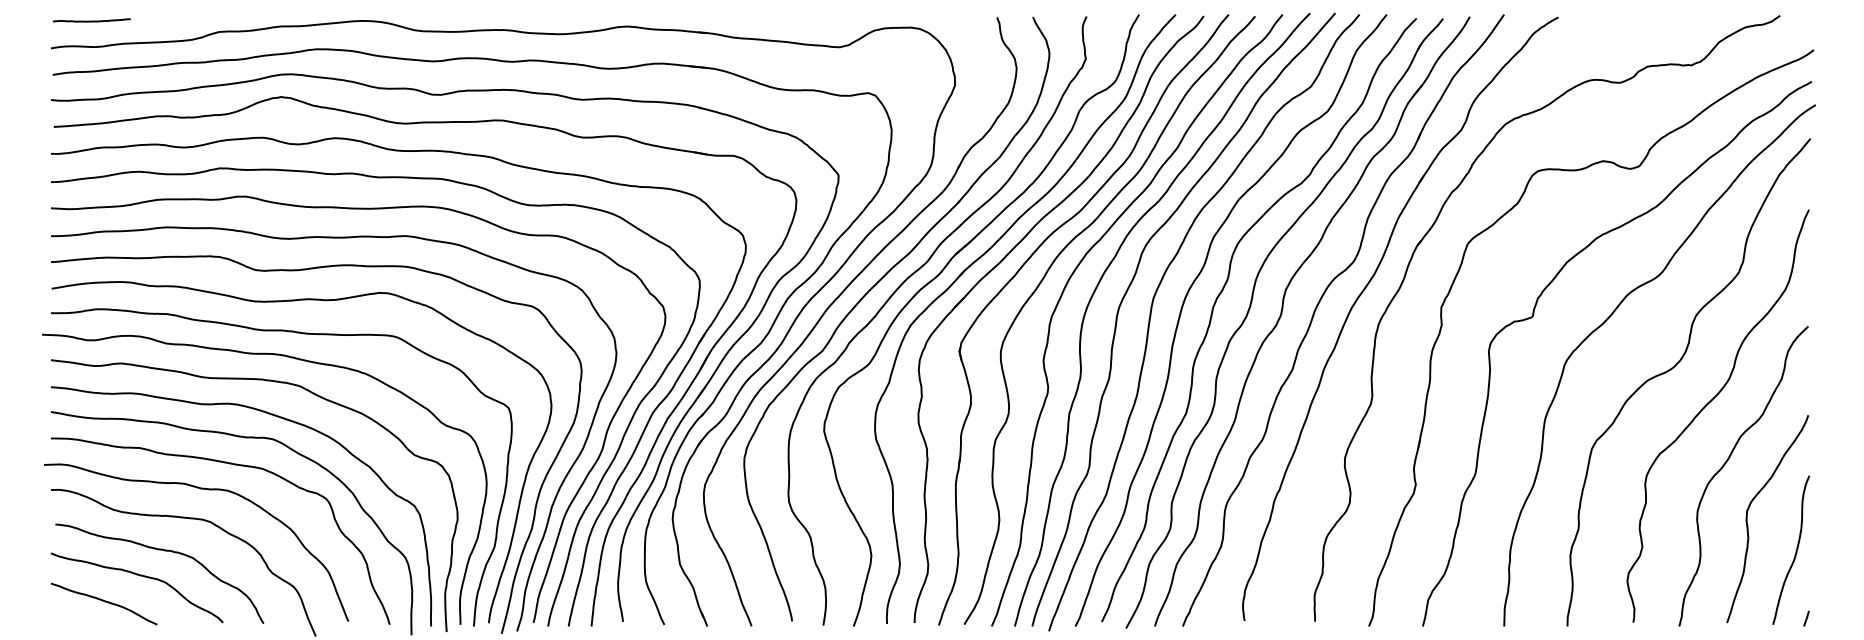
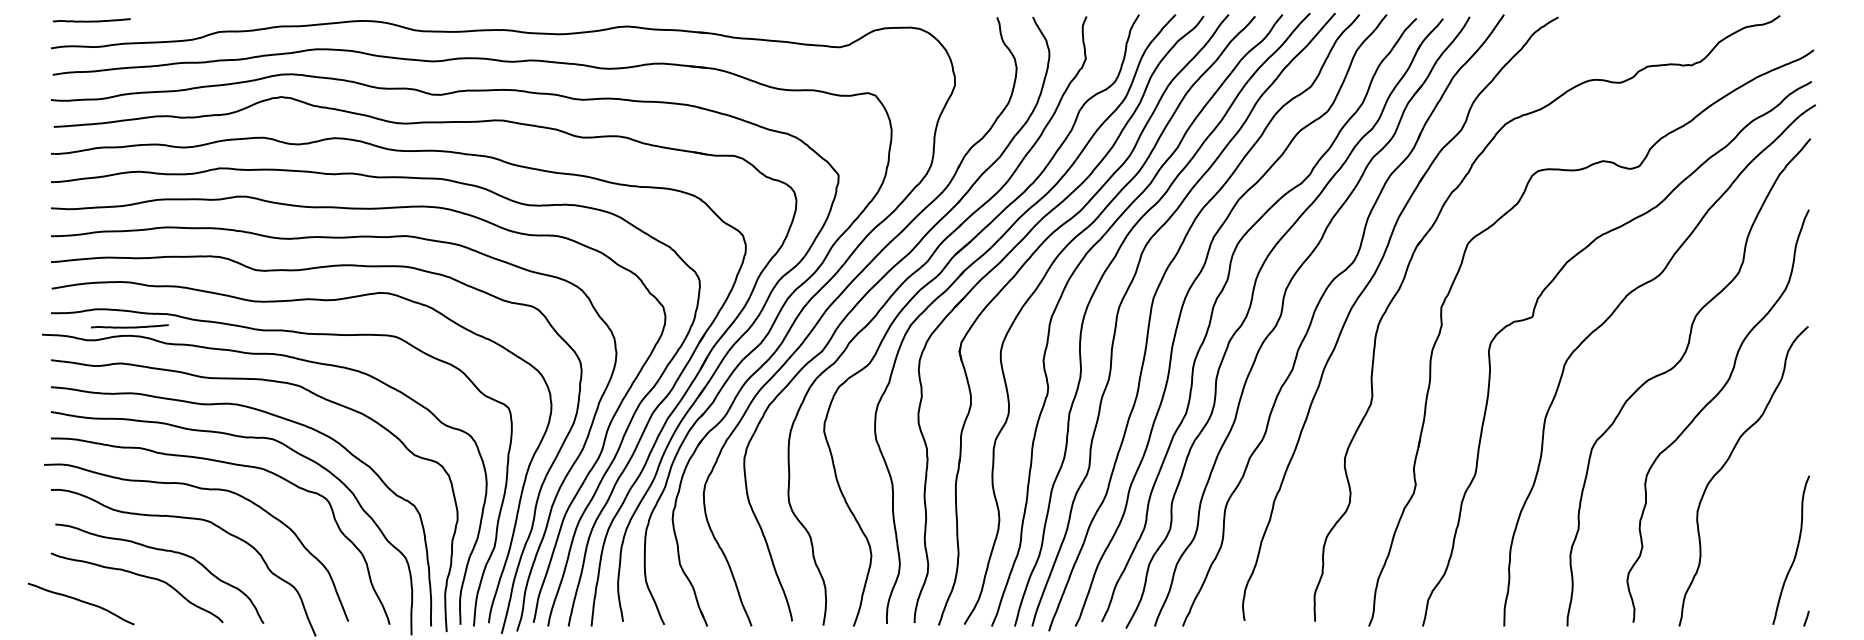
line at (129, 326): none -> present
curve at (1748, 525): present -> none
curve at (104, 602) position: (104, 602) -> (81, 602)
